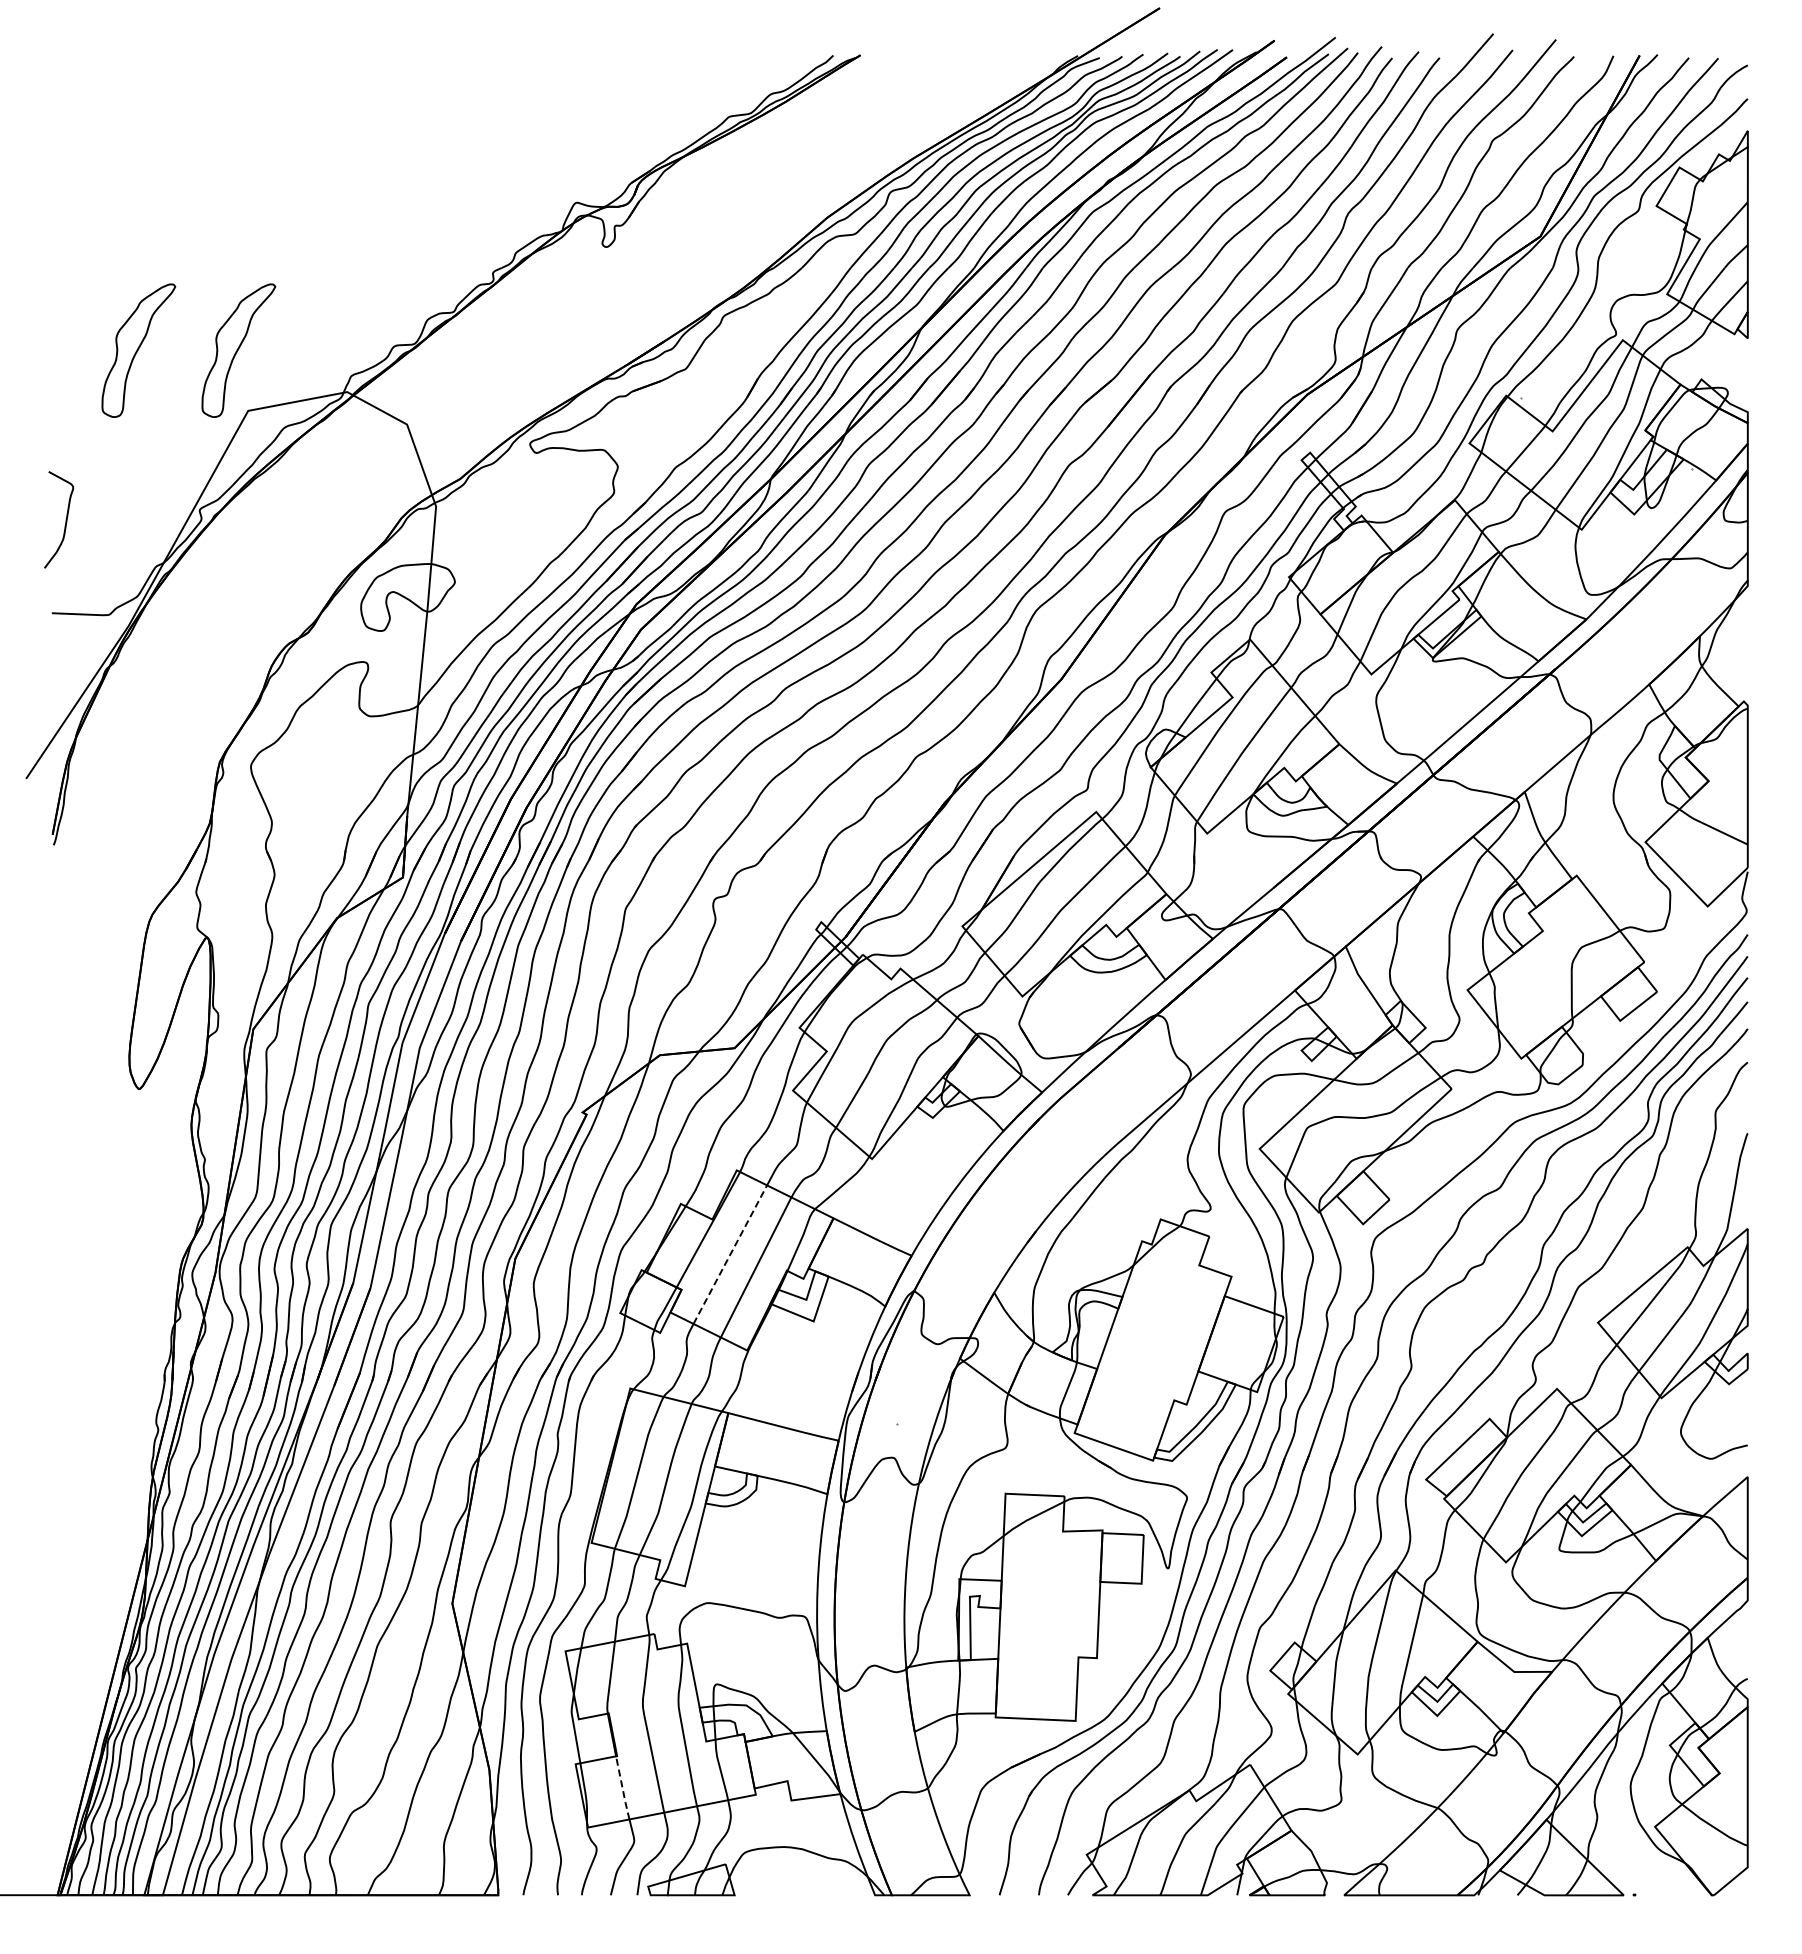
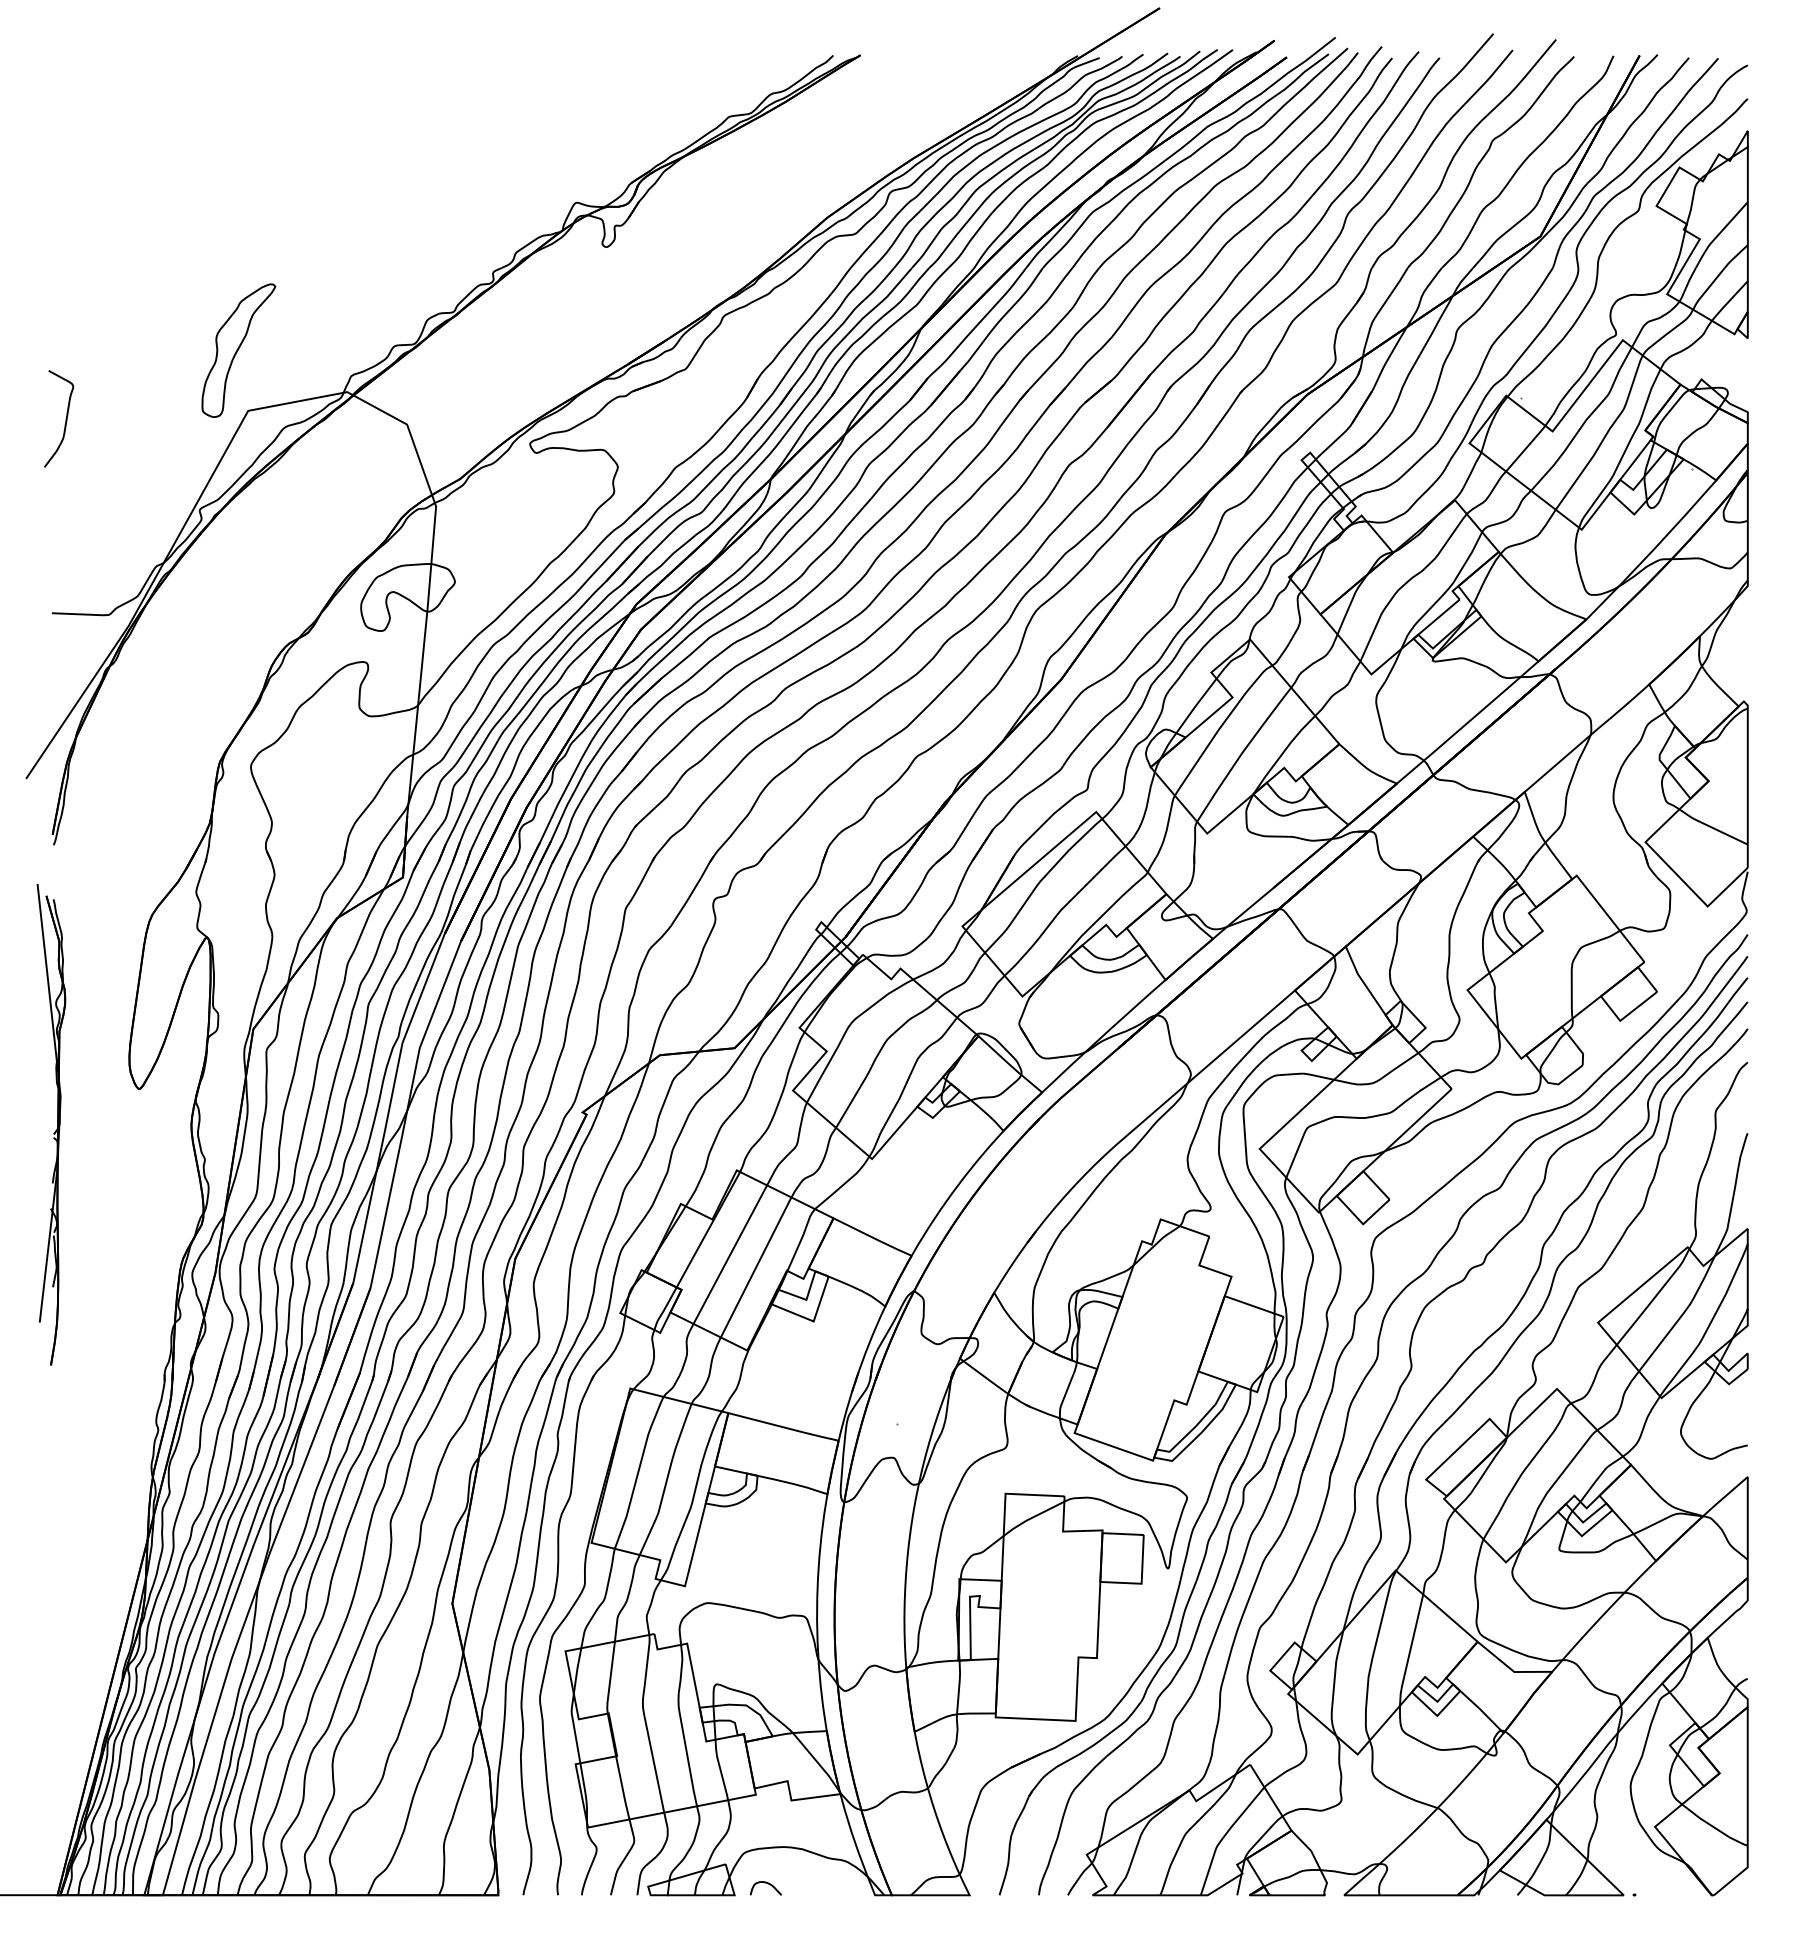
part at (138, 350): present -> none
curve at (65, 519) position: (65, 519) -> (65, 418)
part at (51, 1124): none -> present
line at (730, 1254): dashed -> solid
line at (622, 1788): dashed -> solid
curve at (767, 1884): none -> present
